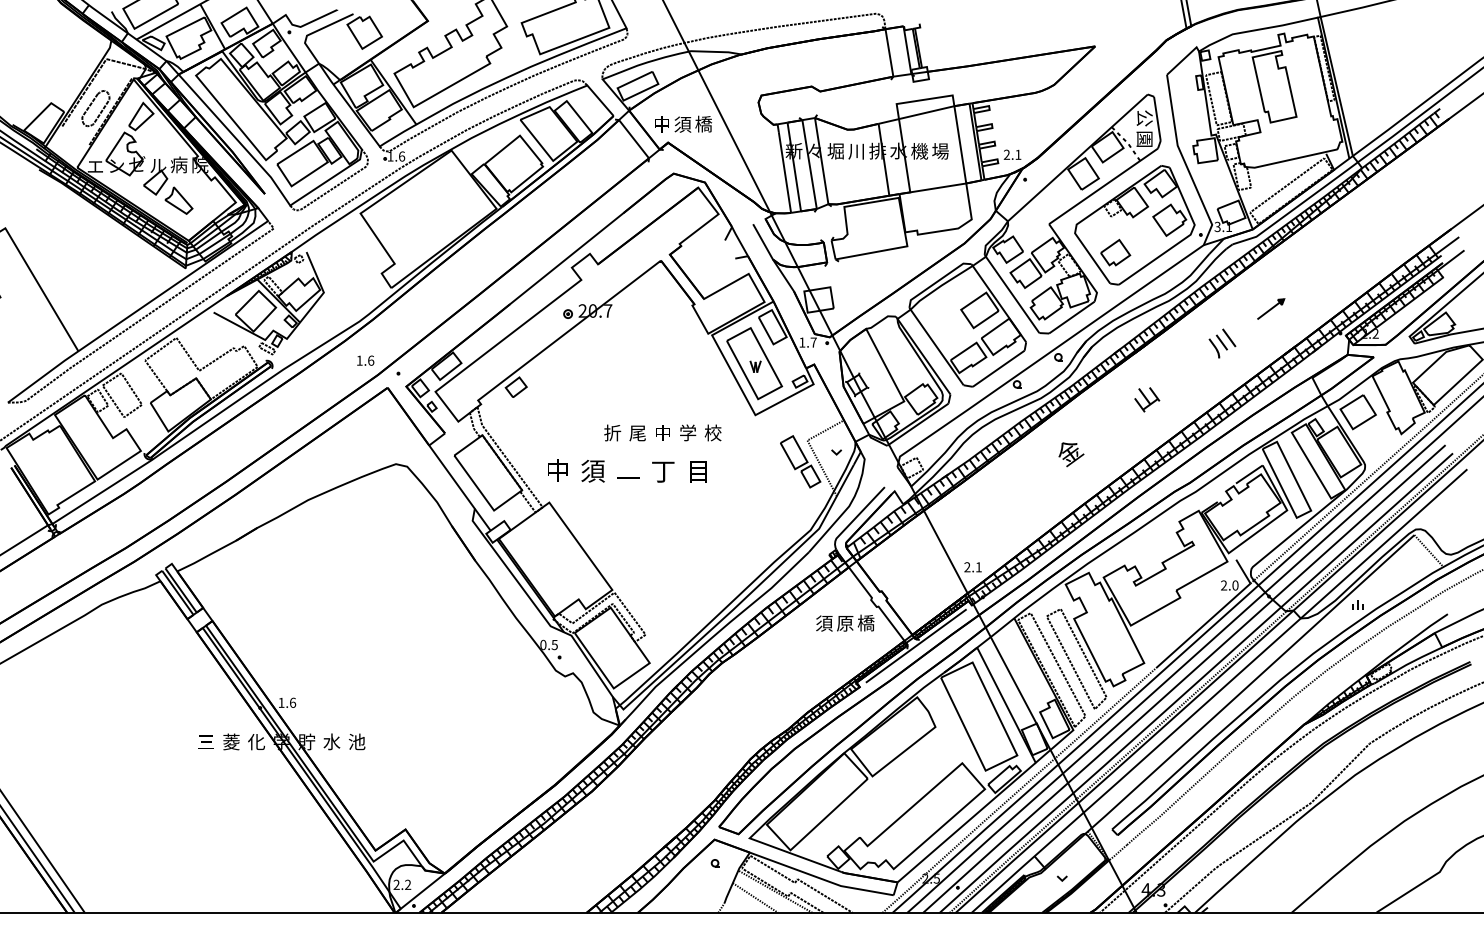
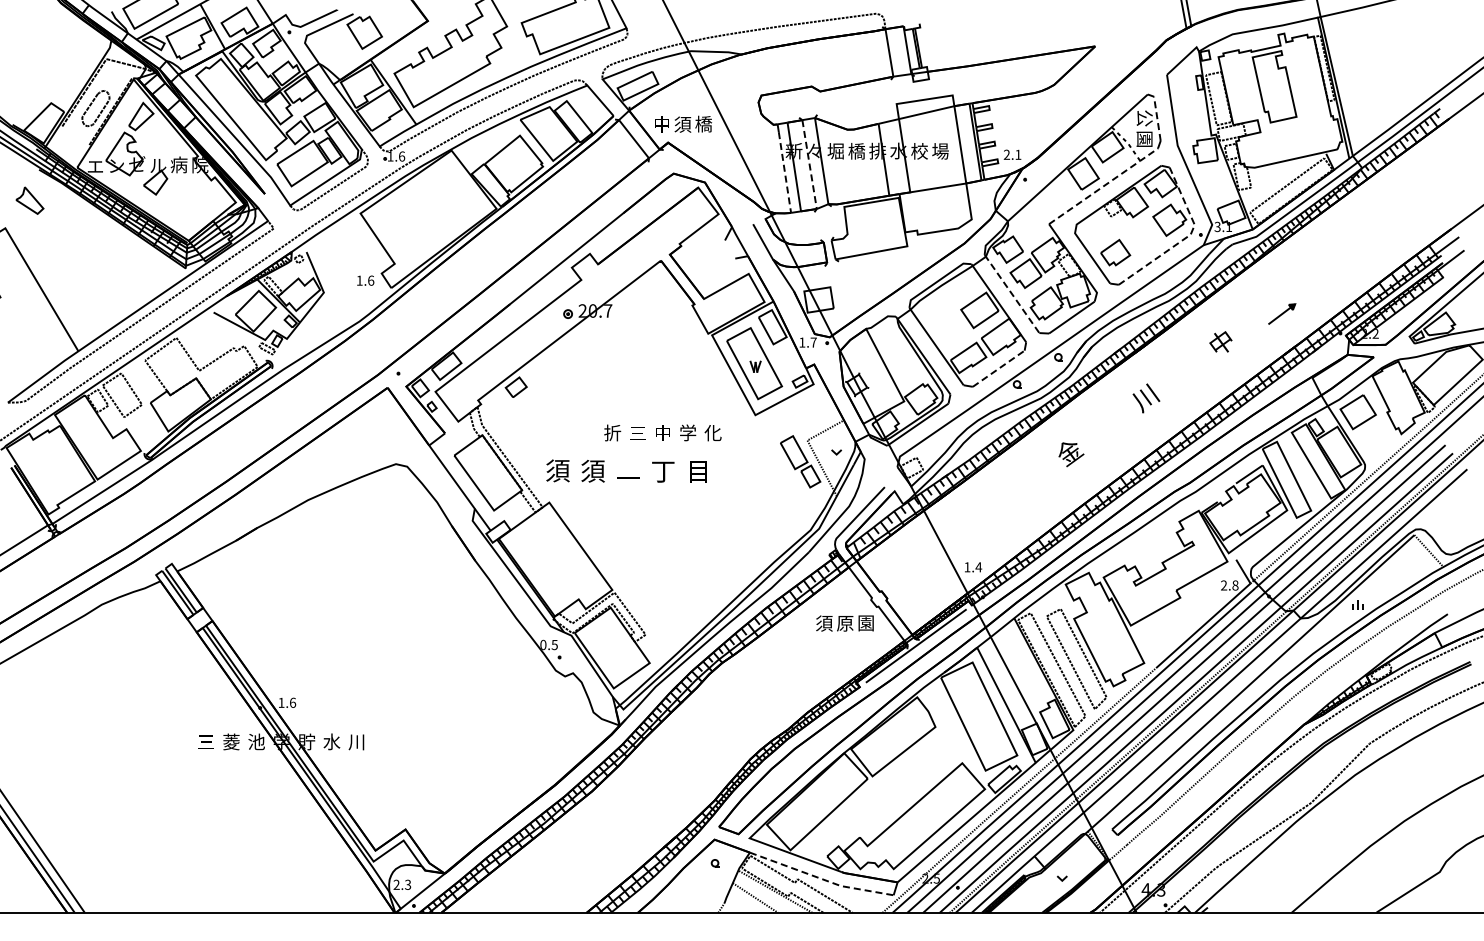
line at (1157, 118): solid -> dashed
text at (856, 151): 川 -> 橋
text at (920, 151): 機 -> 校
line at (809, 165): solid -> dashed
line at (784, 172): solid -> dashed
line at (1104, 186): solid -> dashed
part at (178, 200) position: (178, 200) -> (29, 200)
line at (1185, 238): solid -> dashed
line at (1012, 294): solid -> dashed
part at (1271, 308) position: (1271, 308) -> (1282, 313)
text at (1222, 343): 川 -> 中
text at (365, 360) position: (365, 360) -> (365, 280)
line at (998, 368): solid -> dashed
text at (1146, 398): 山 -> 川
text at (712, 432): 校 -> 化
text at (637, 433): 尾 -> 三
text at (557, 470): 中 -> 須
text at (973, 567): 2.1 -> 1.4
text at (1235, 585): 2.0 -> 2.8
text at (865, 622): 橋 -> 園
text at (256, 741): 化 -> 池
text at (356, 741): 池 -> 川
line at (820, 878): solid -> dashed
text at (408, 884): 2.2 -> 2.3
